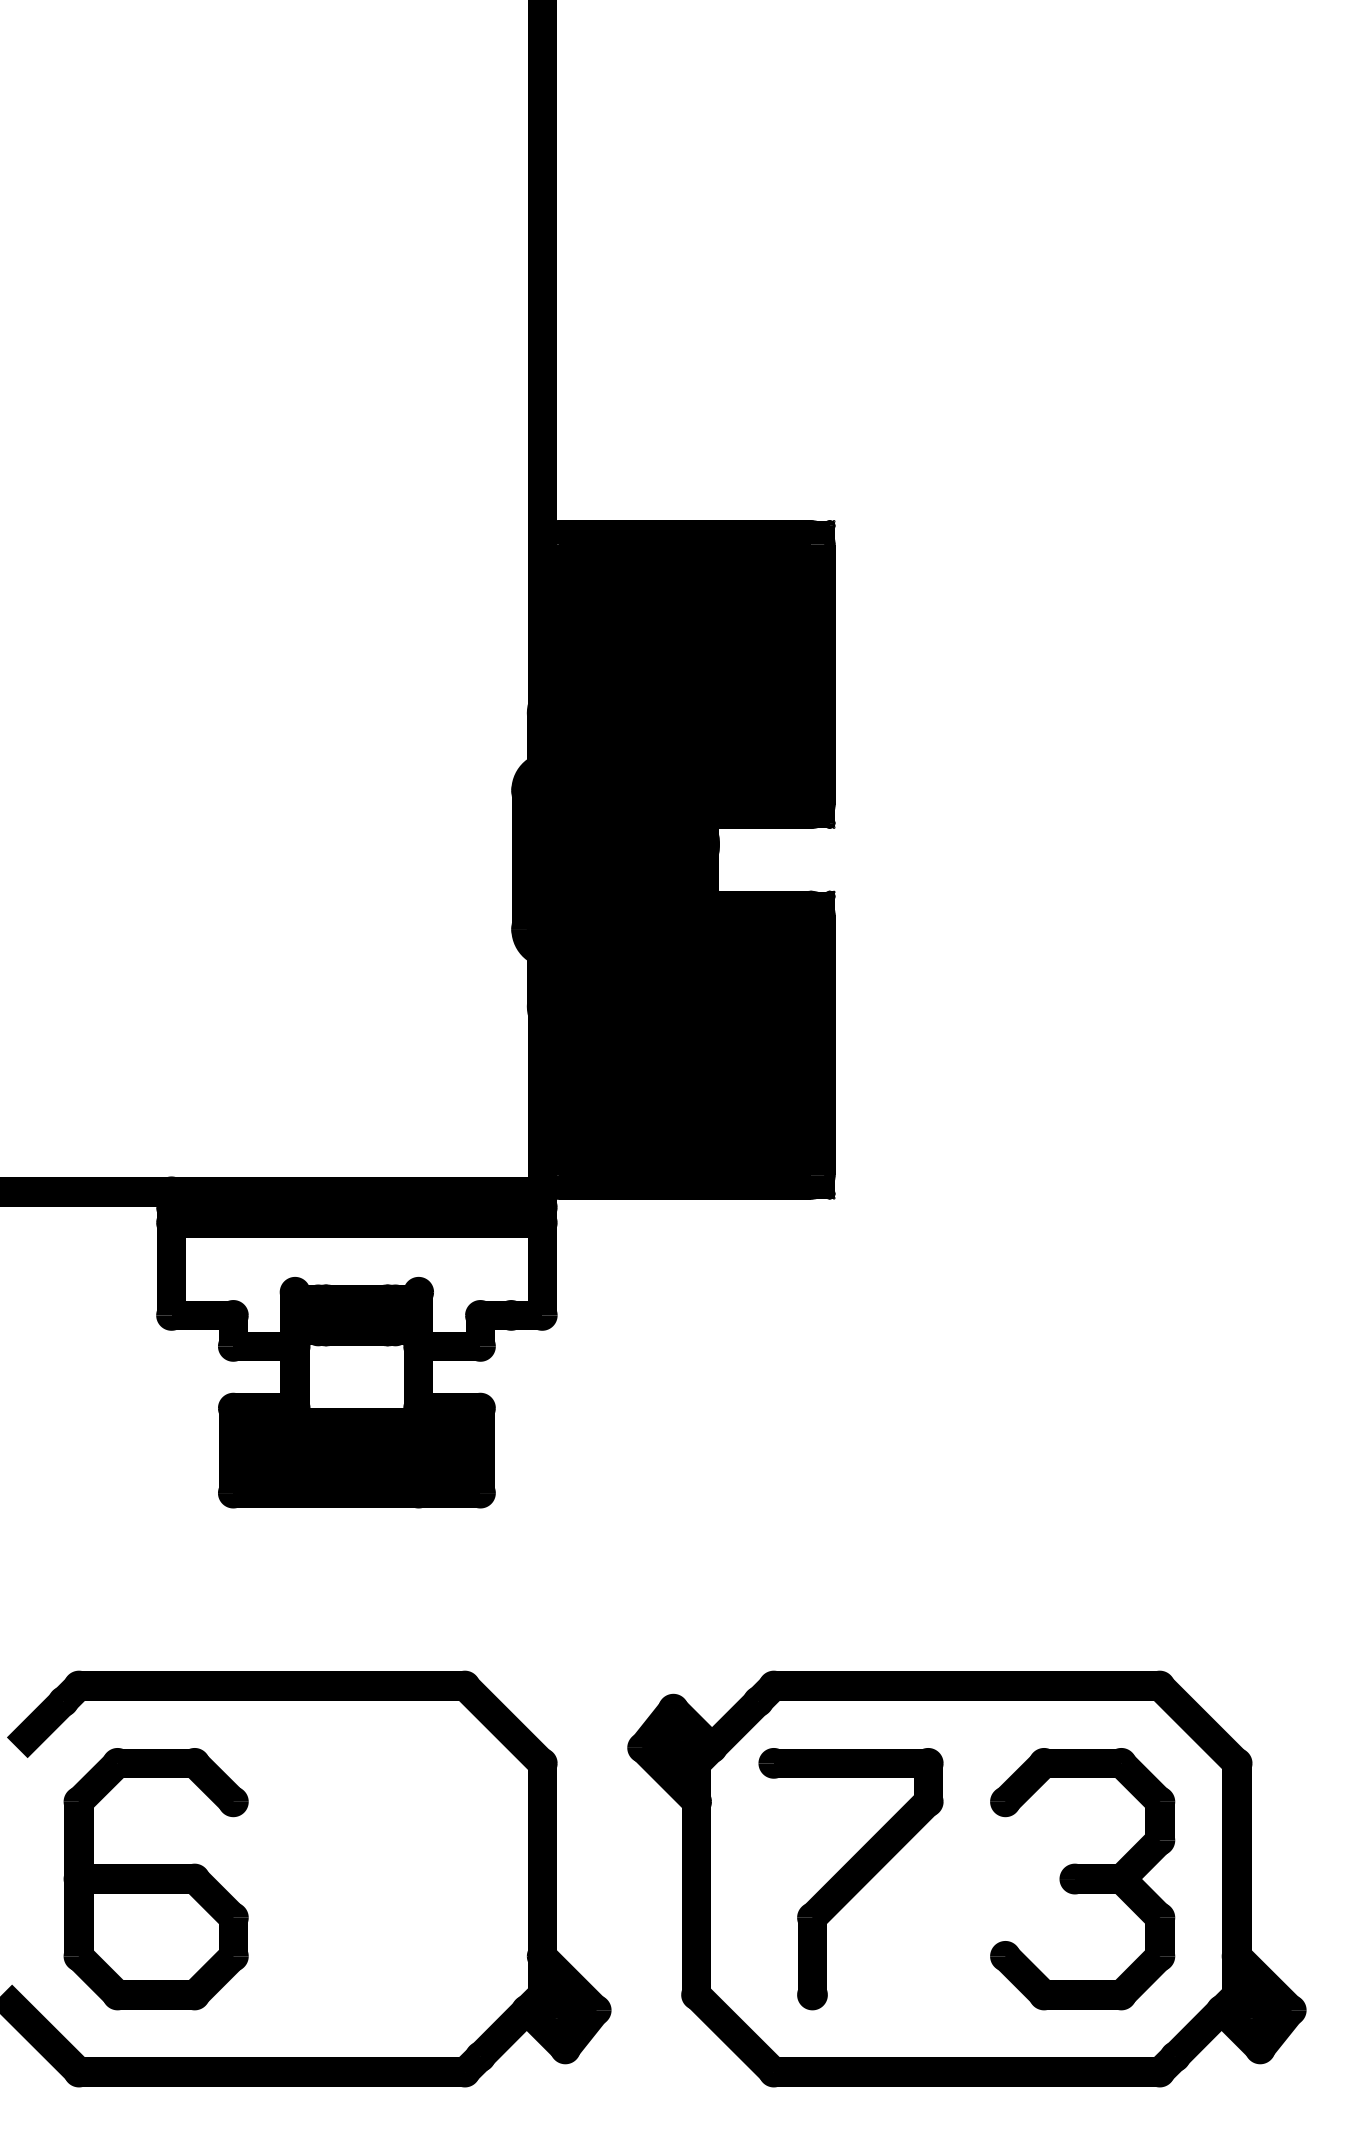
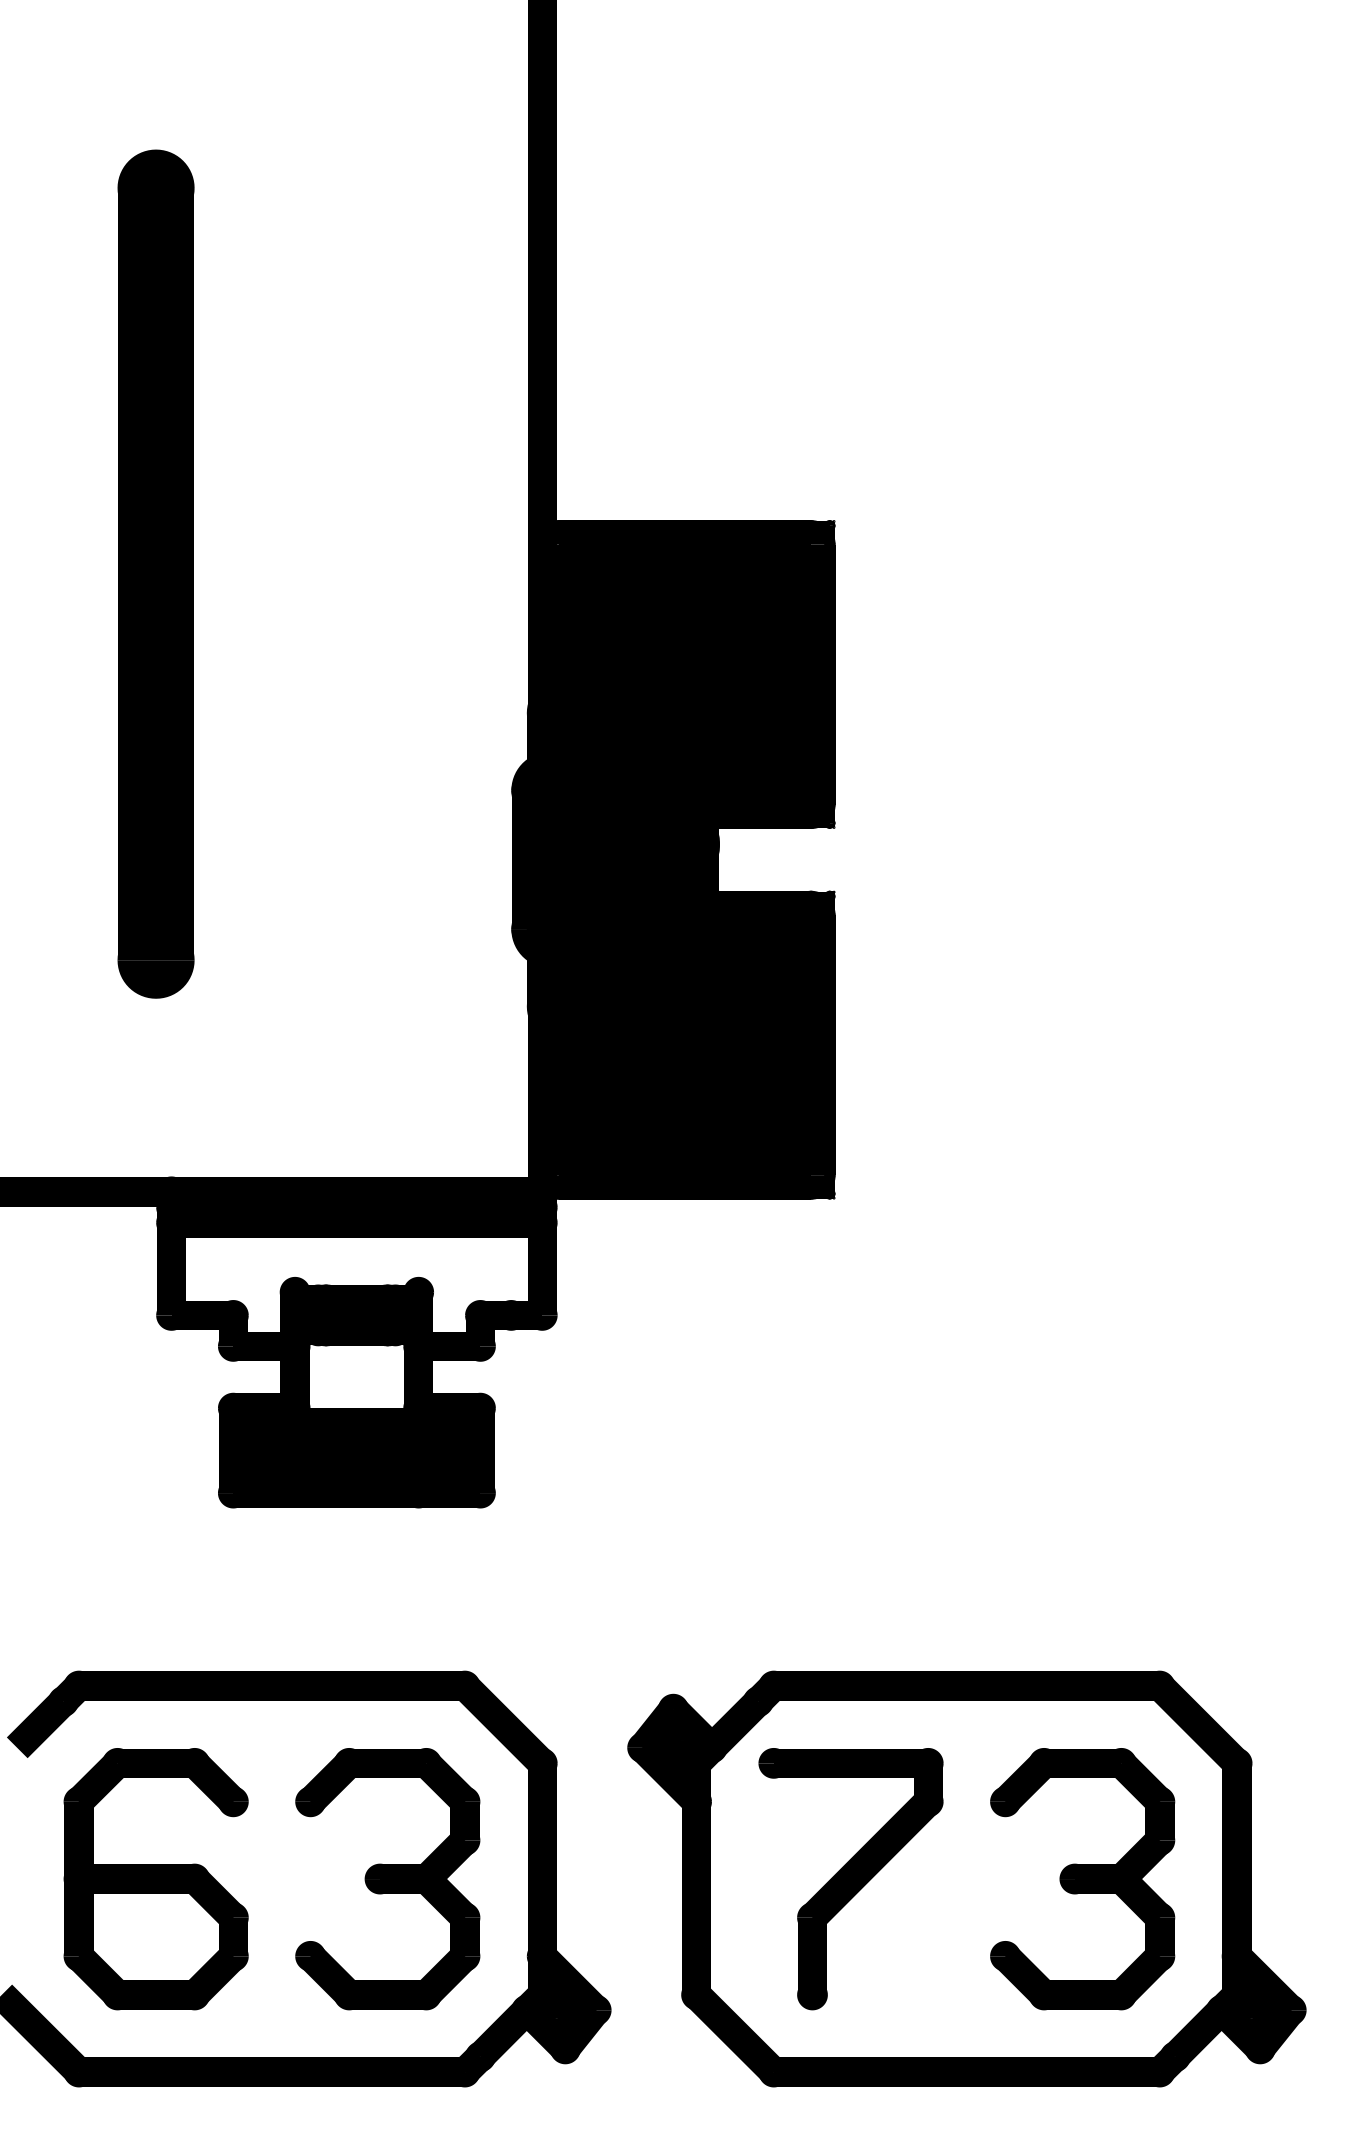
part at (155, 573): none -> present
part at (387, 1879): none -> present
